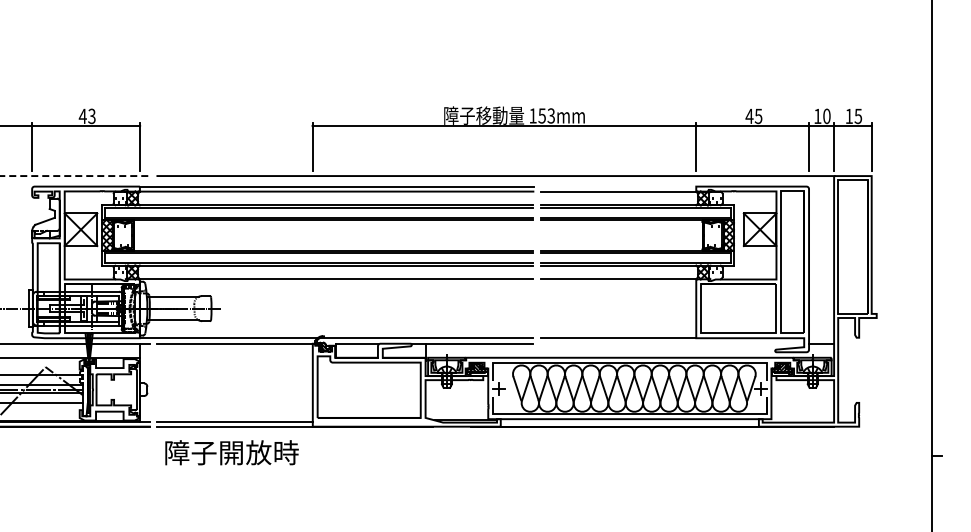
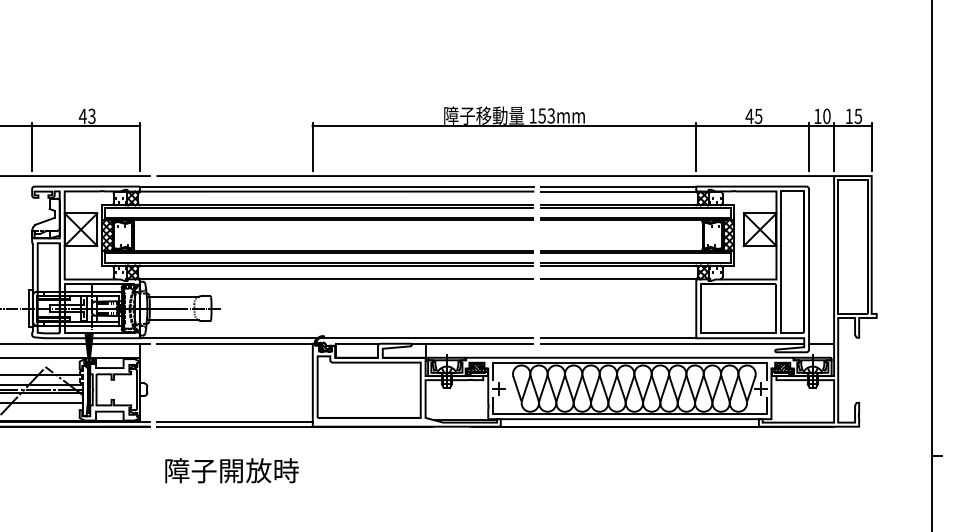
line at (74, 176): dashed -> solid
line at (618, 186): none -> present
line at (672, 343): none -> present
text at (231, 452) position: (231, 452) -> (231, 470)
